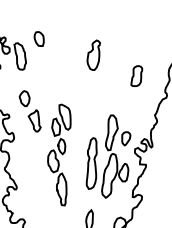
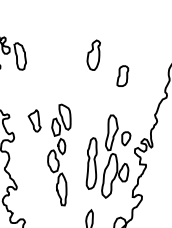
part at (38, 38): present -> none
part at (136, 75) position: (136, 75) -> (122, 75)
part at (24, 98): present -> none
